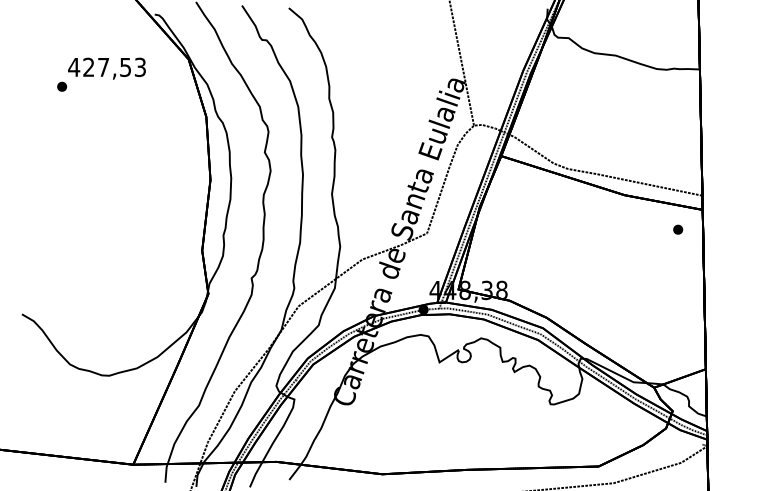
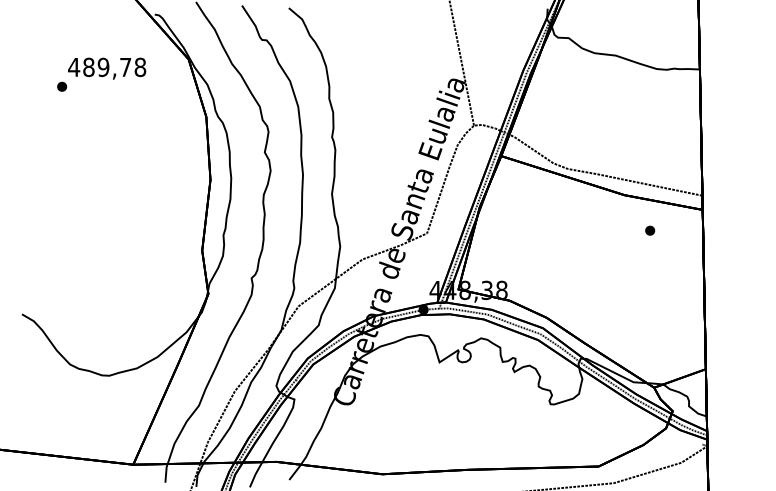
text at (114, 67): 427,53 -> 489,78
part at (678, 229) position: (678, 229) -> (650, 230)
